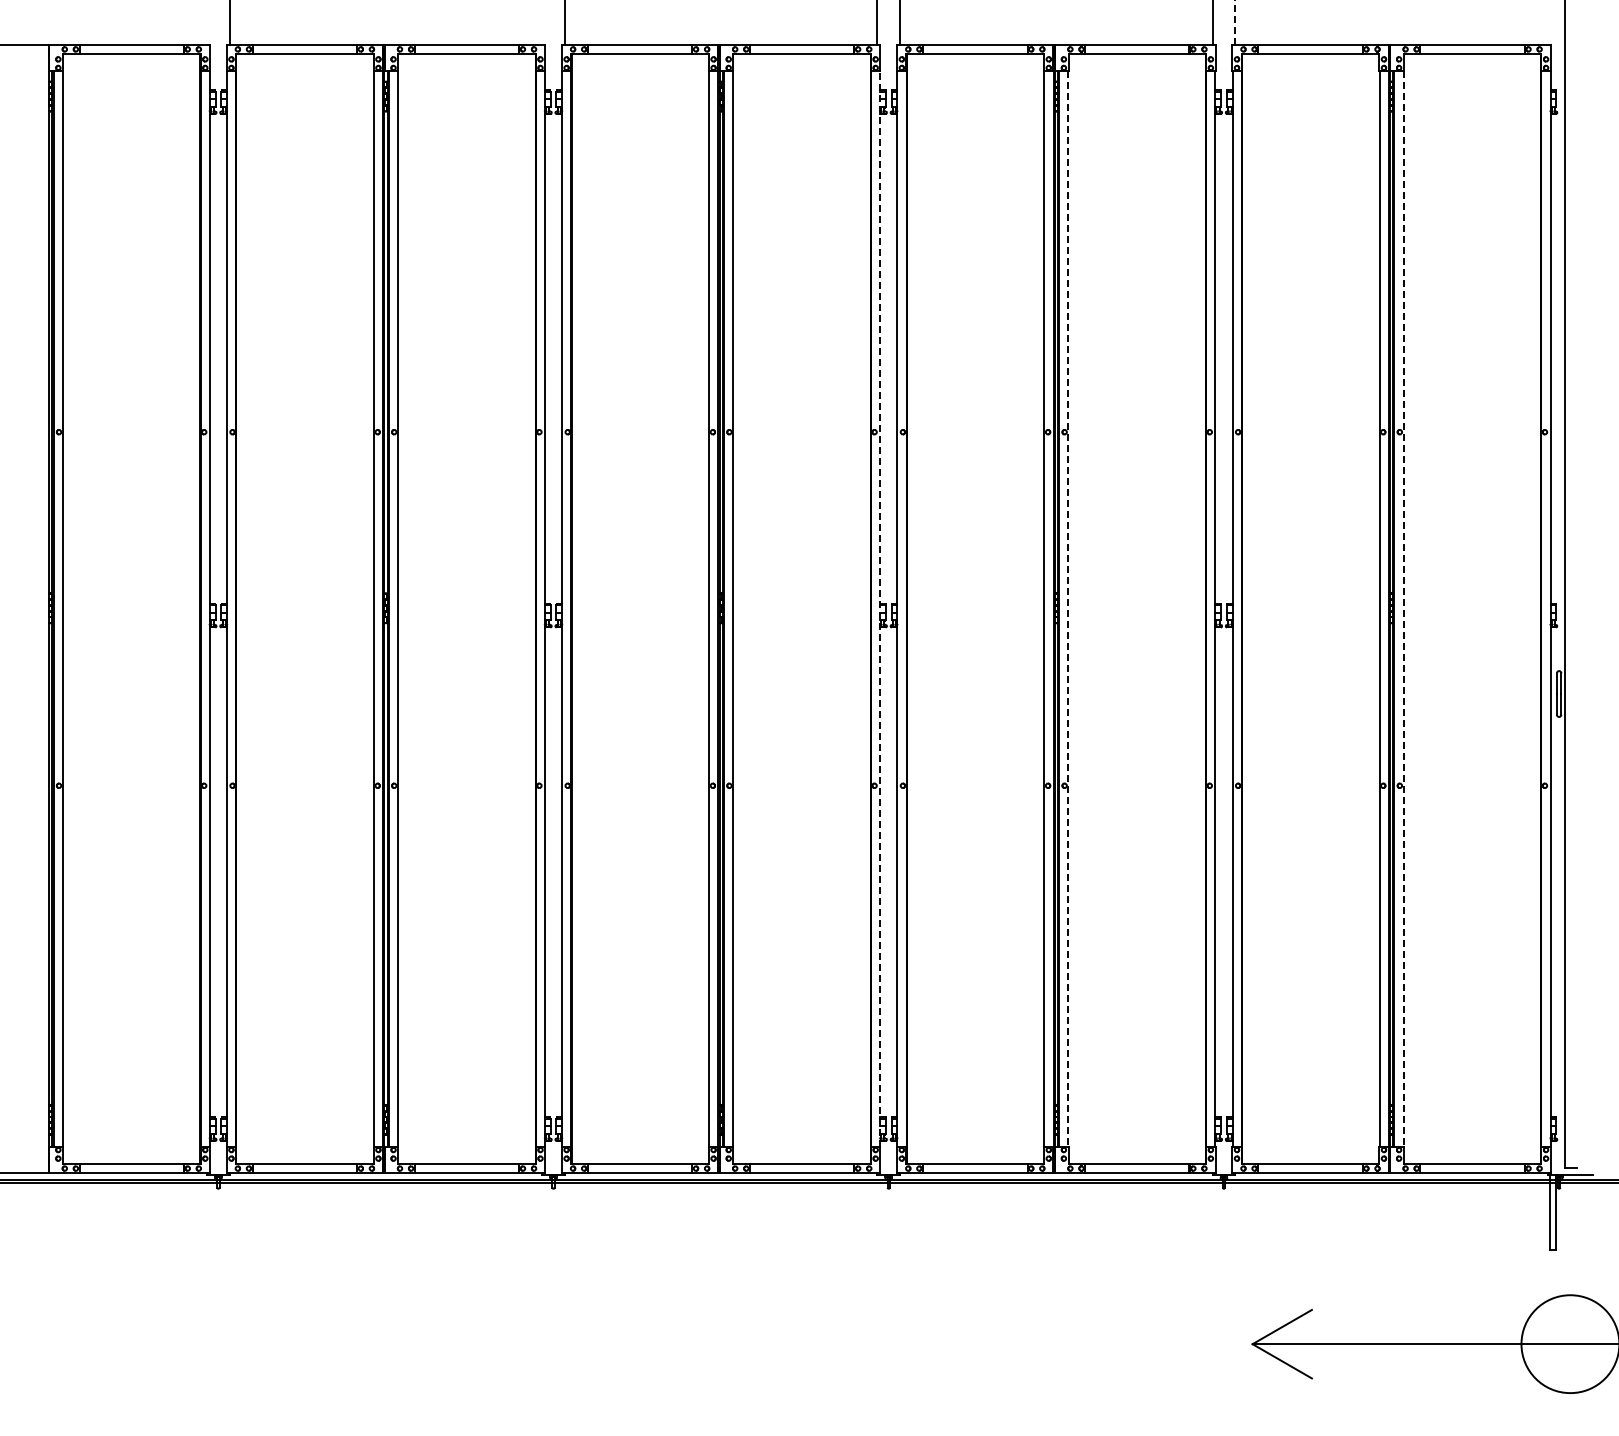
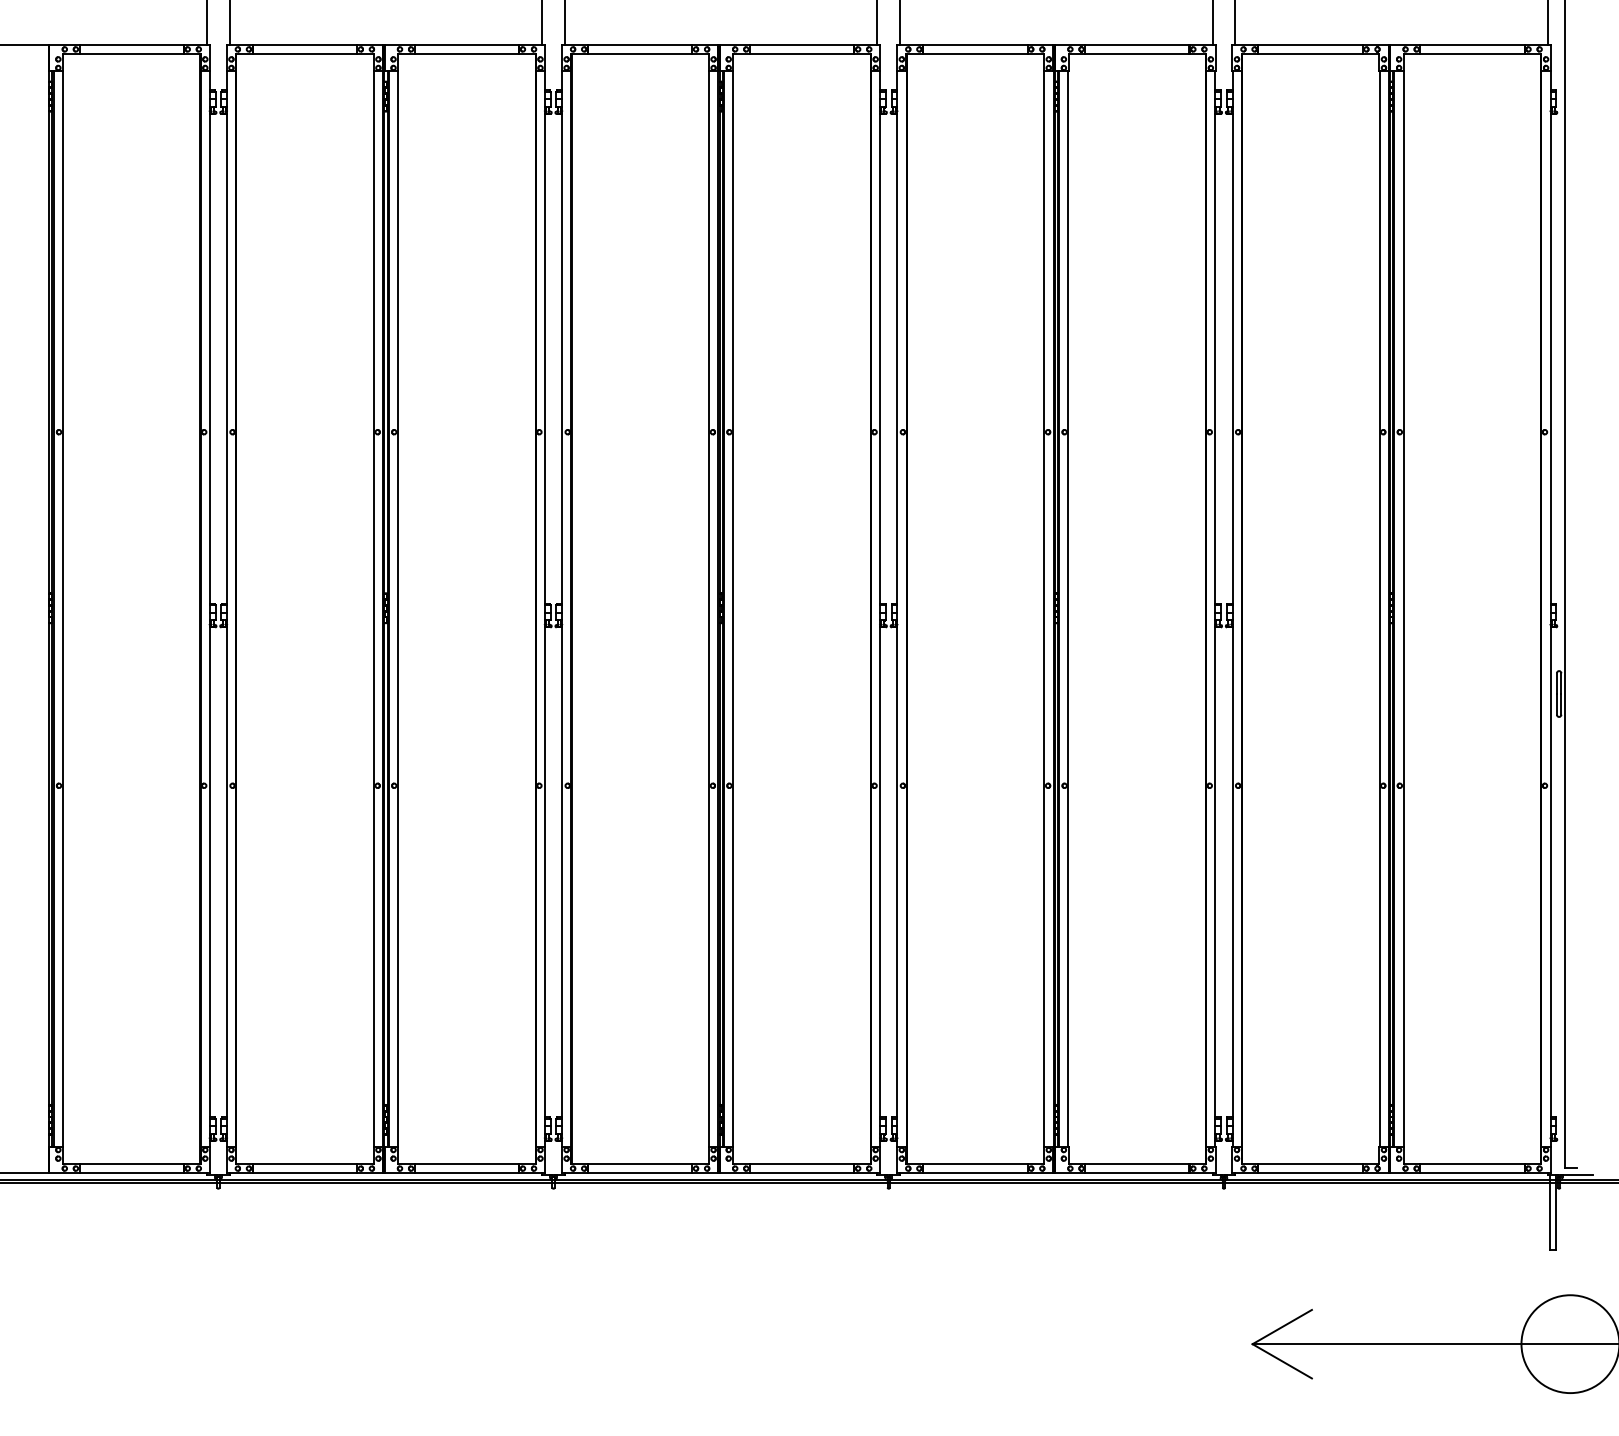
line at (1235, 22): dashed -> solid
line at (207, 23): none -> present
line at (542, 23): none -> present
line at (1547, 23): none -> present
line at (880, 609): dashed -> solid
line at (1068, 609): dashed -> solid
line at (1403, 609): dashed -> solid
